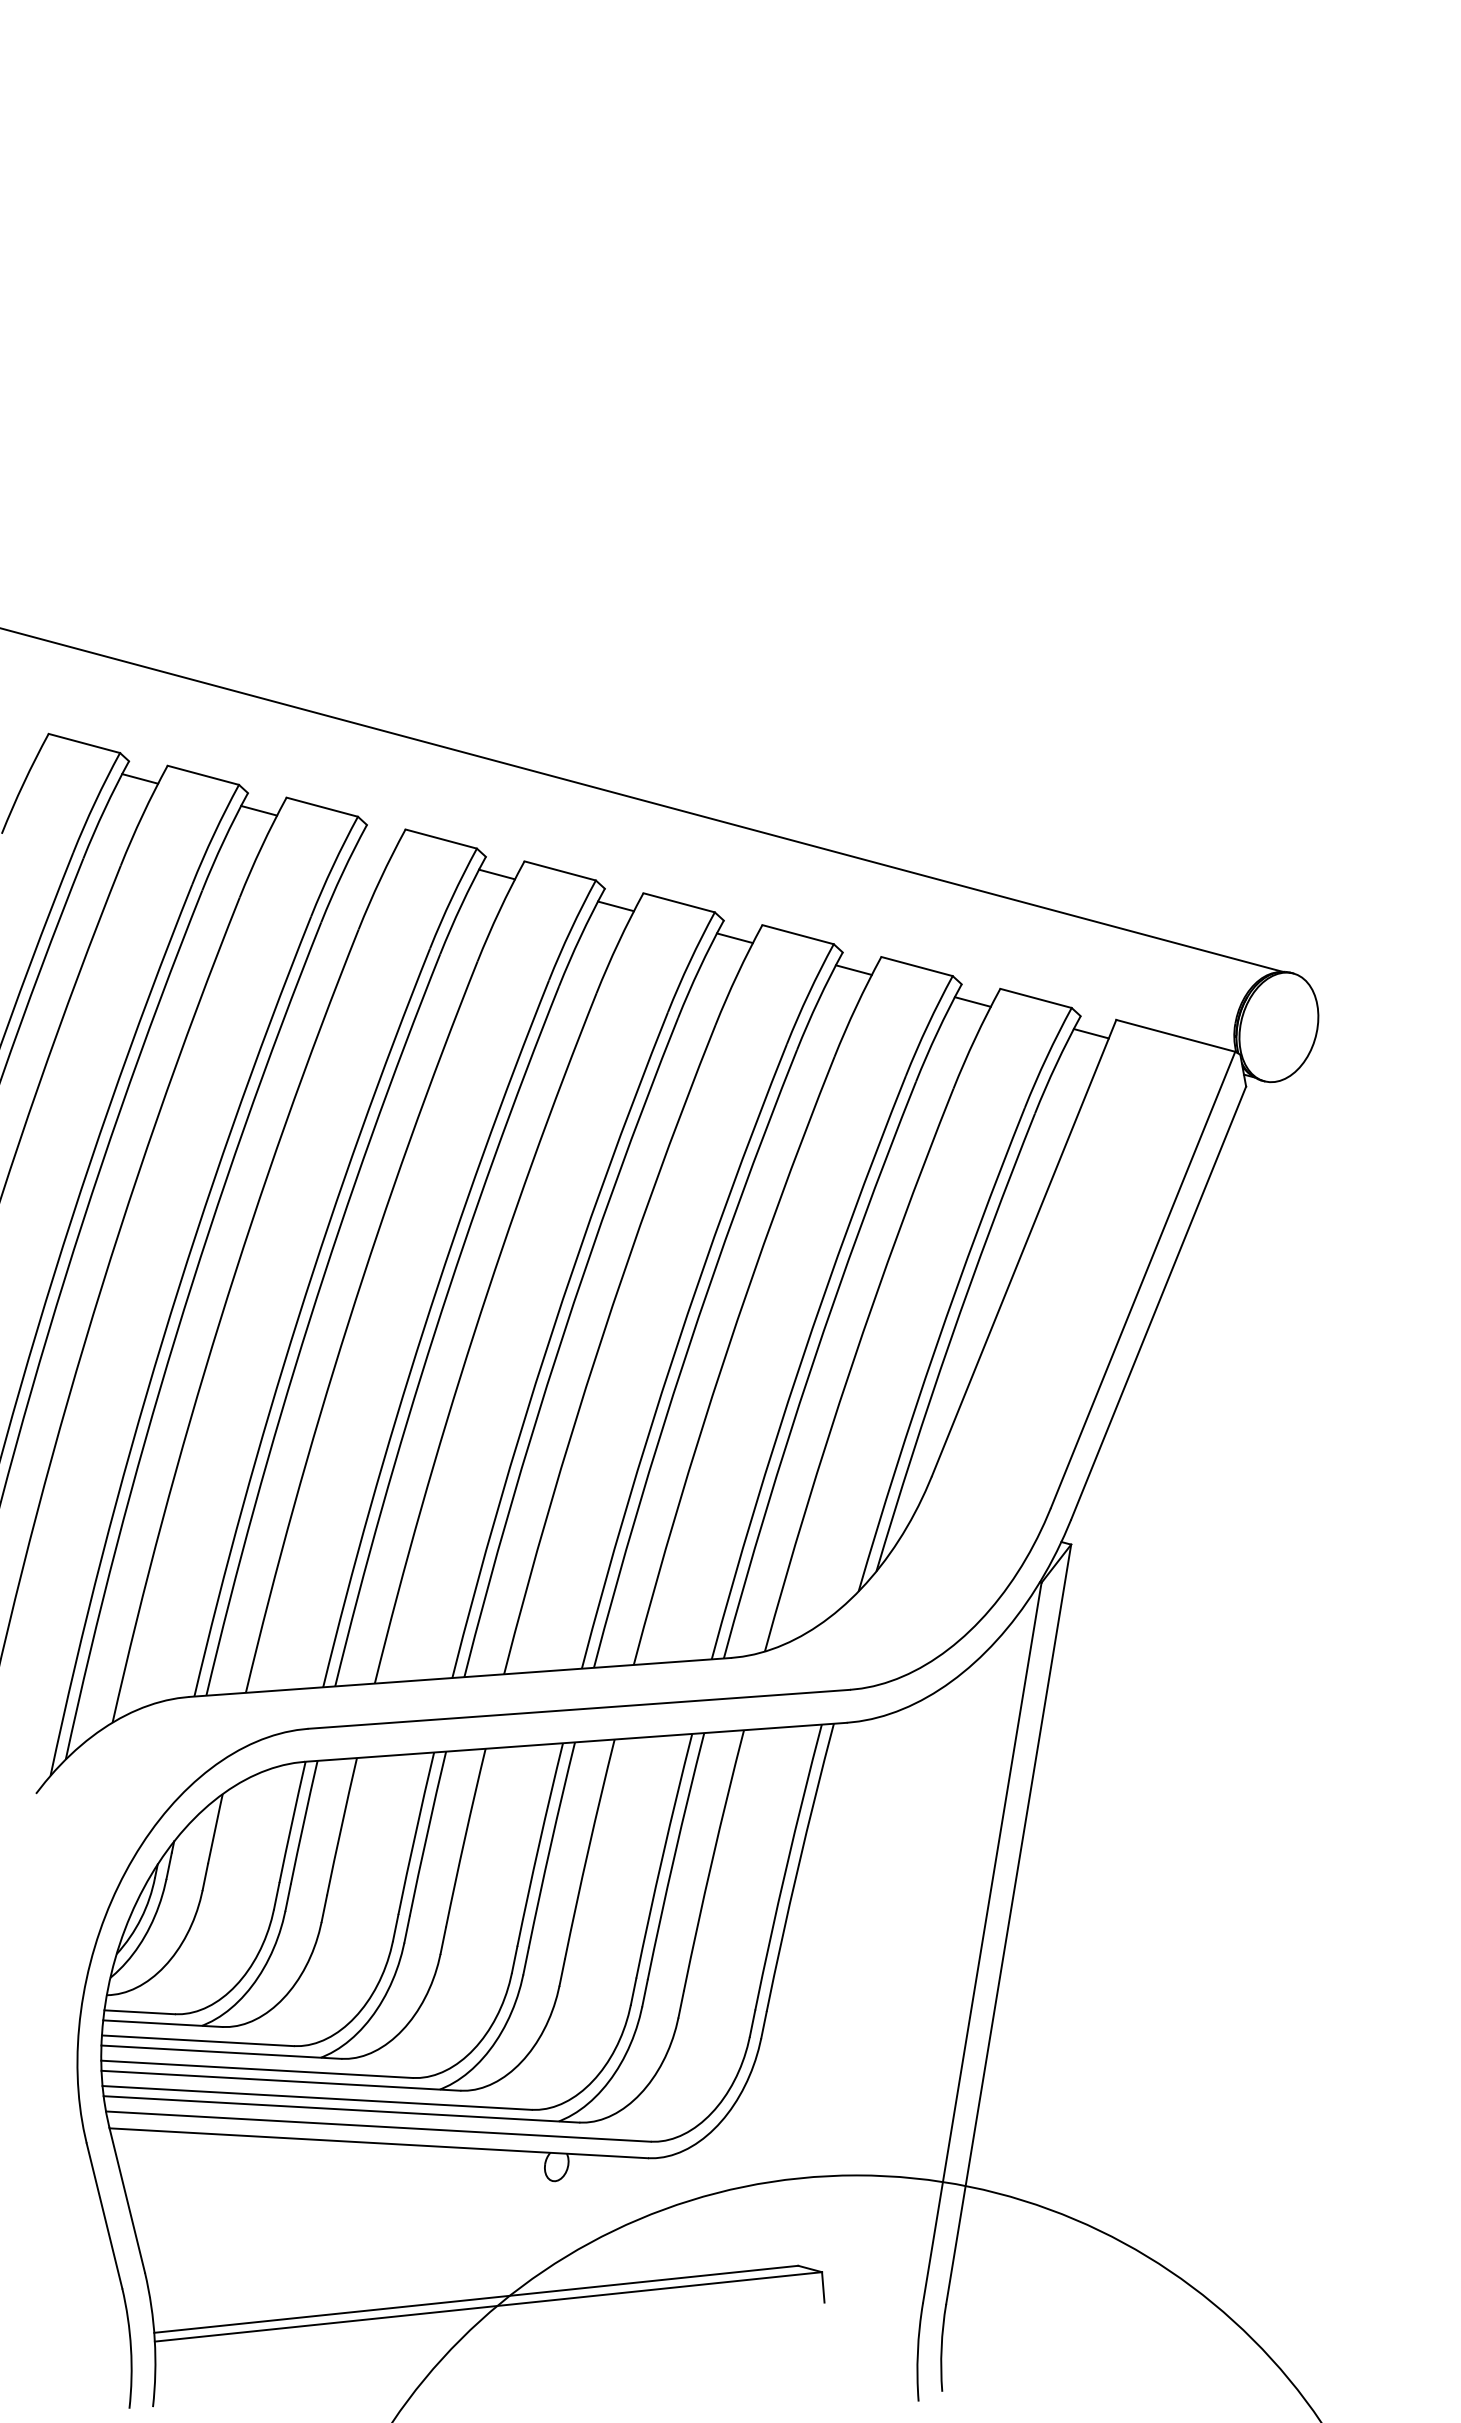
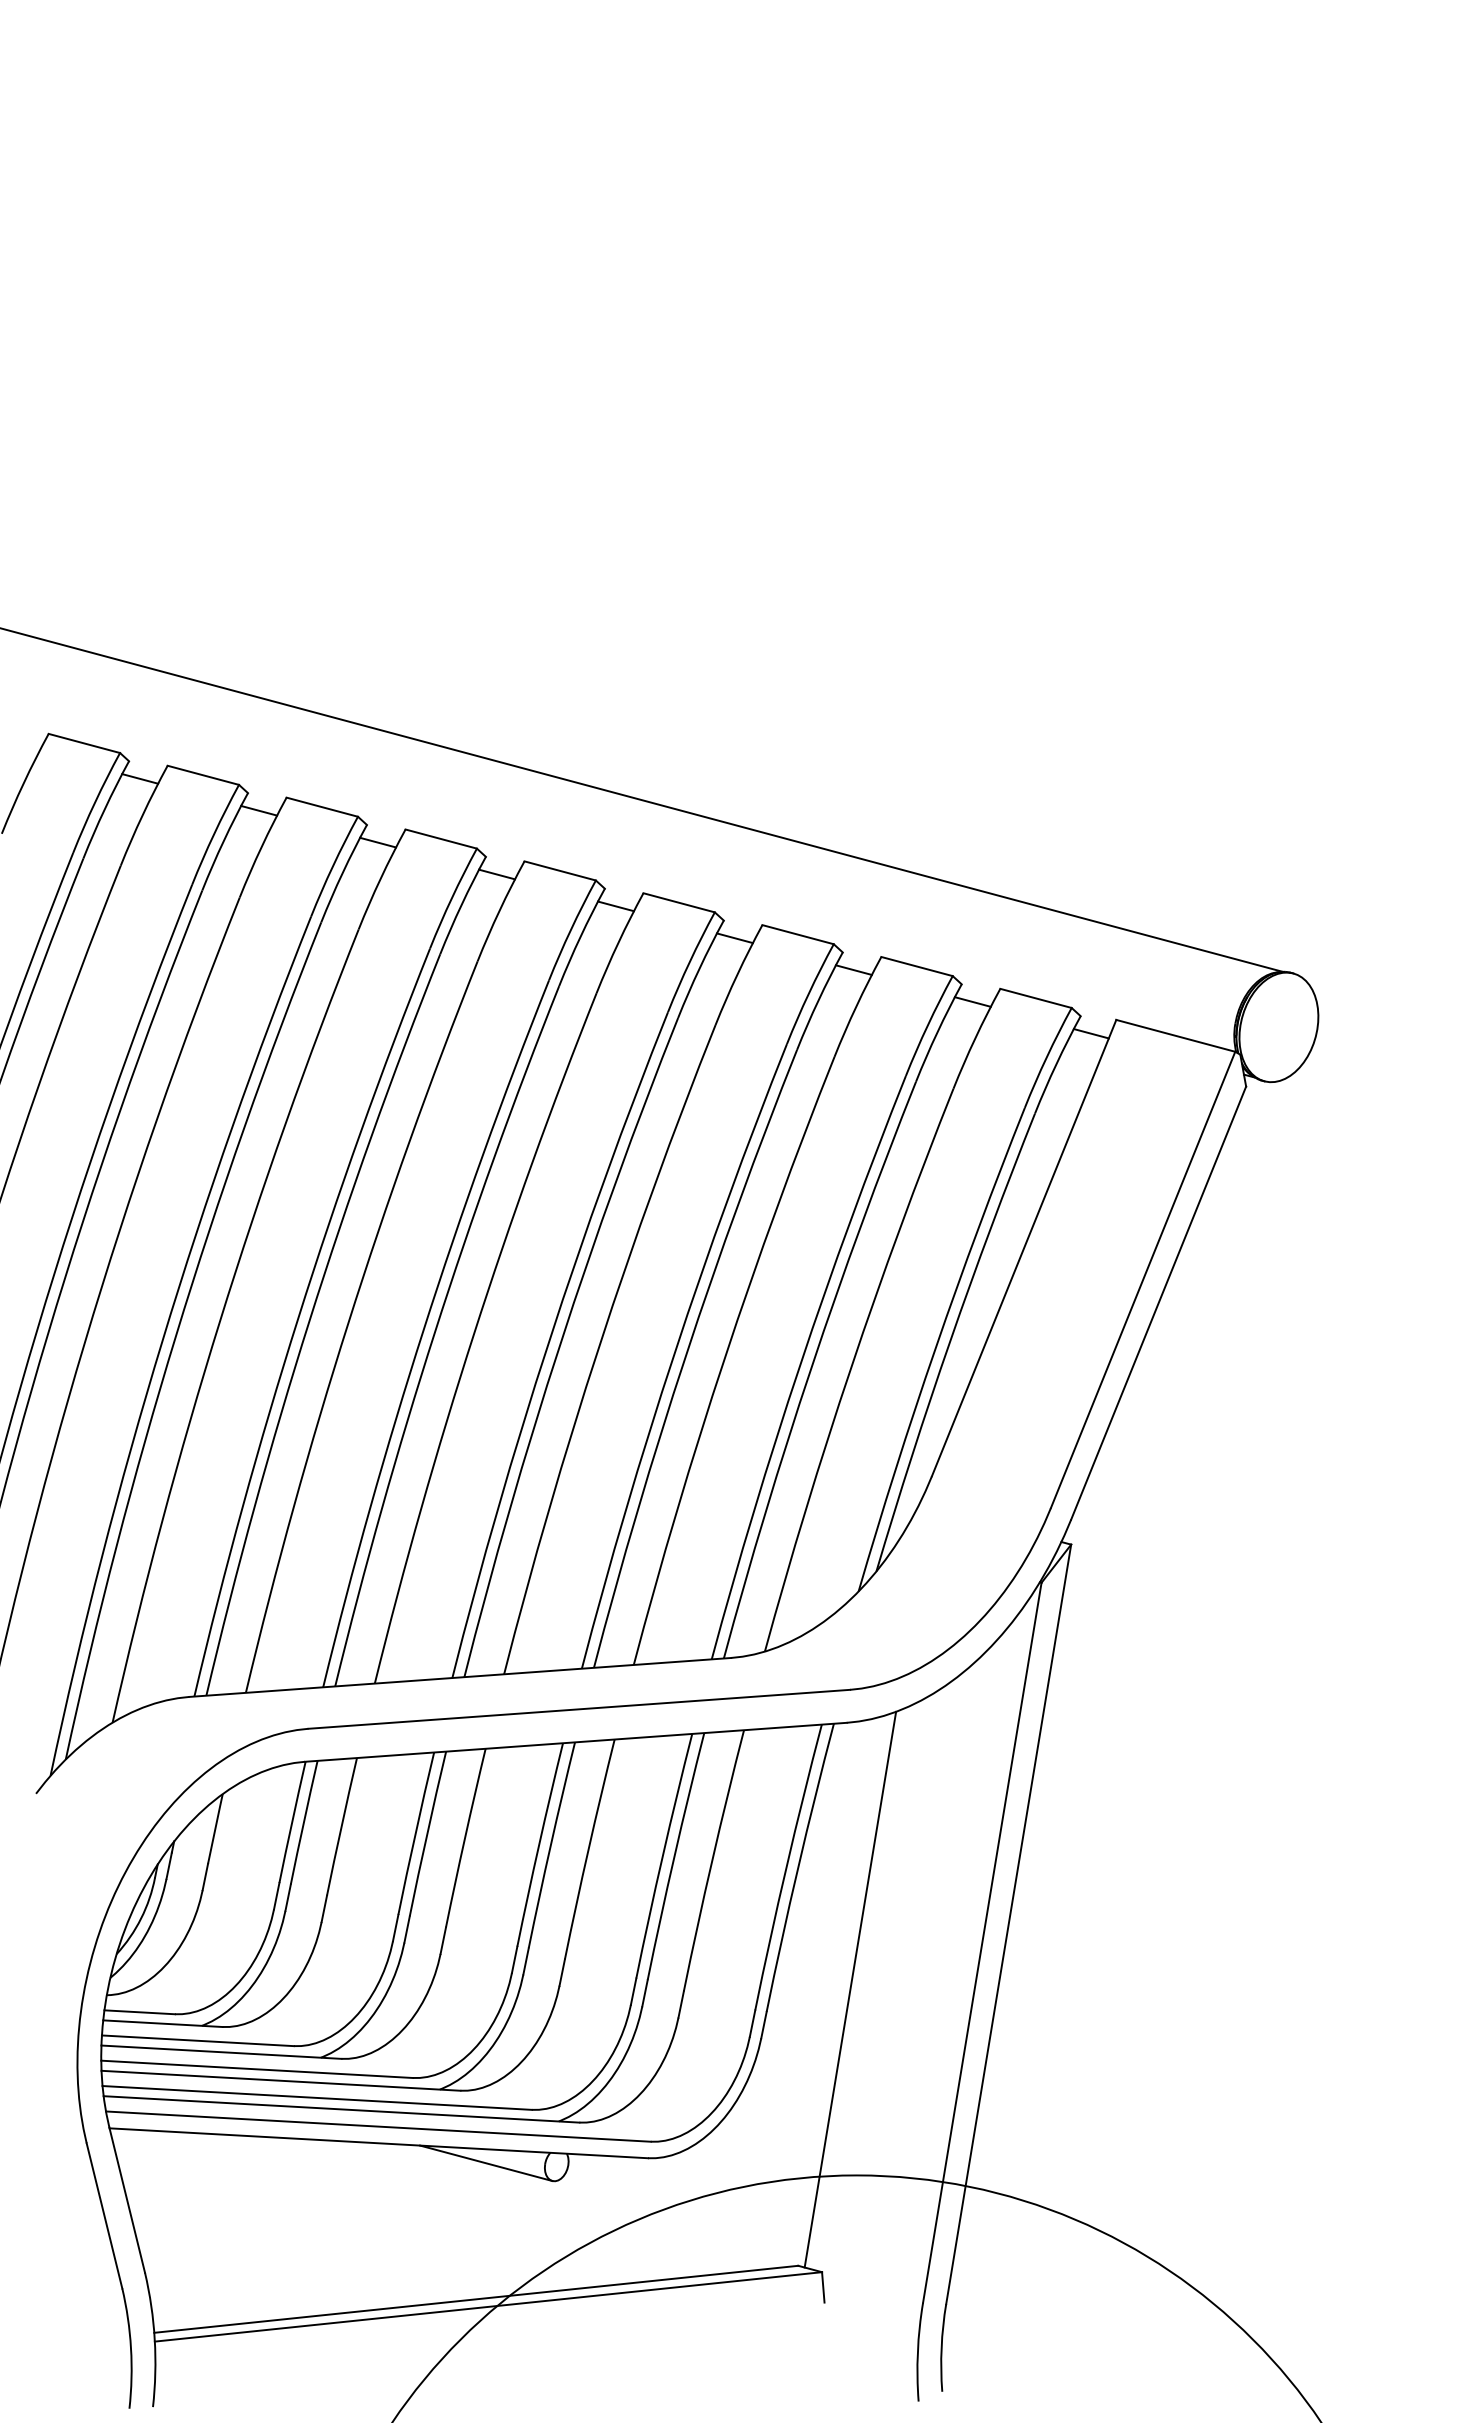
line at (378, 842): none -> present
line at (850, 1989): none -> present
line at (486, 2163): none -> present
